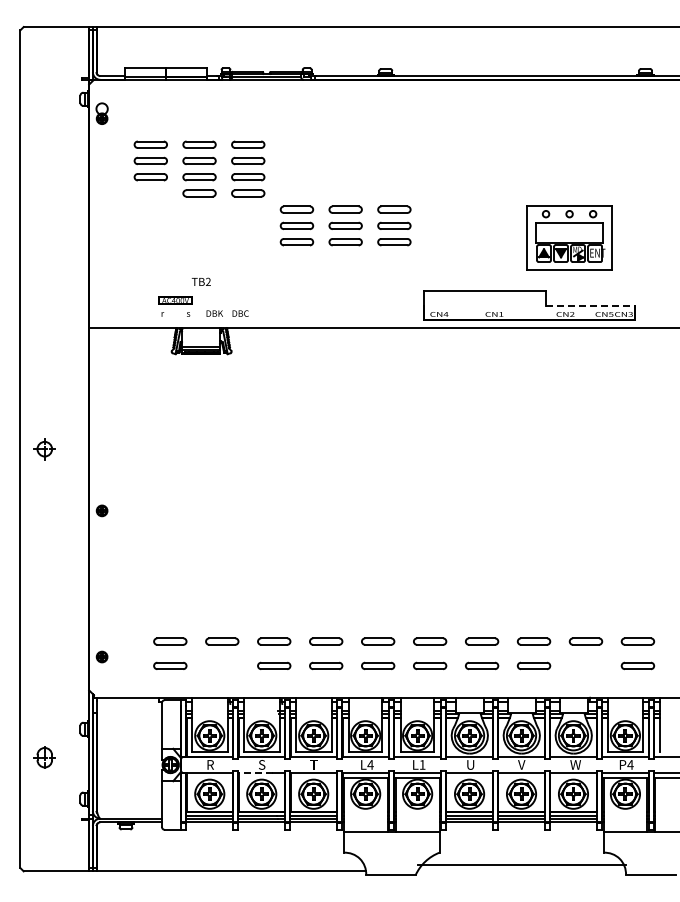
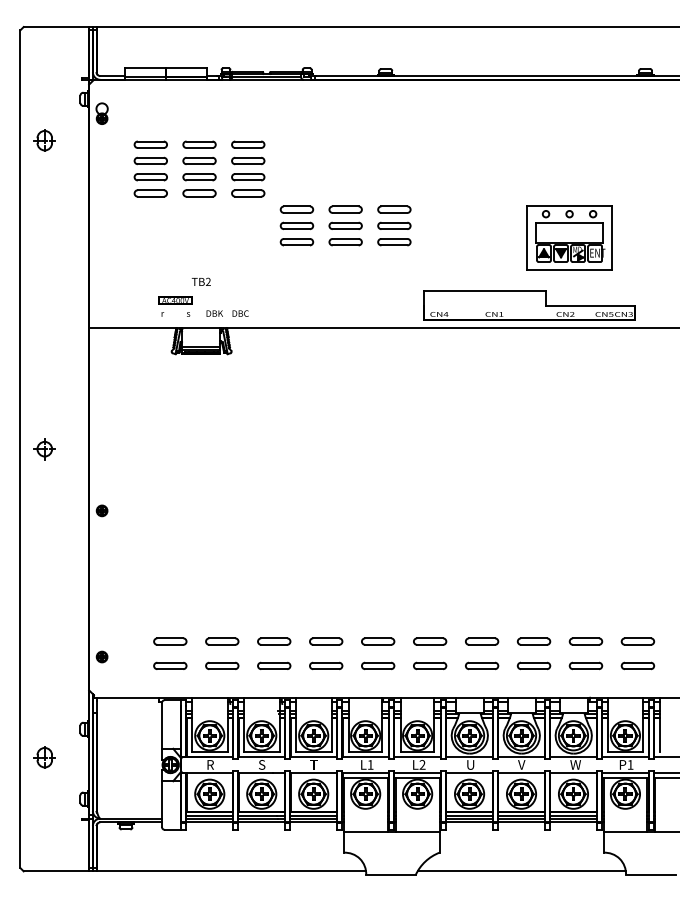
part at (44, 140): none -> present
part at (150, 193): none -> present
line at (590, 305): dashed -> solid
part at (222, 665): none -> present
part at (585, 665): none -> present
text at (370, 764): L4 -> L1
text at (422, 764): L1 -> L2
text at (630, 764): P4 -> P1
line at (254, 773): dashed -> solid
line at (521, 865) position: (521, 865) -> (521, 871)
